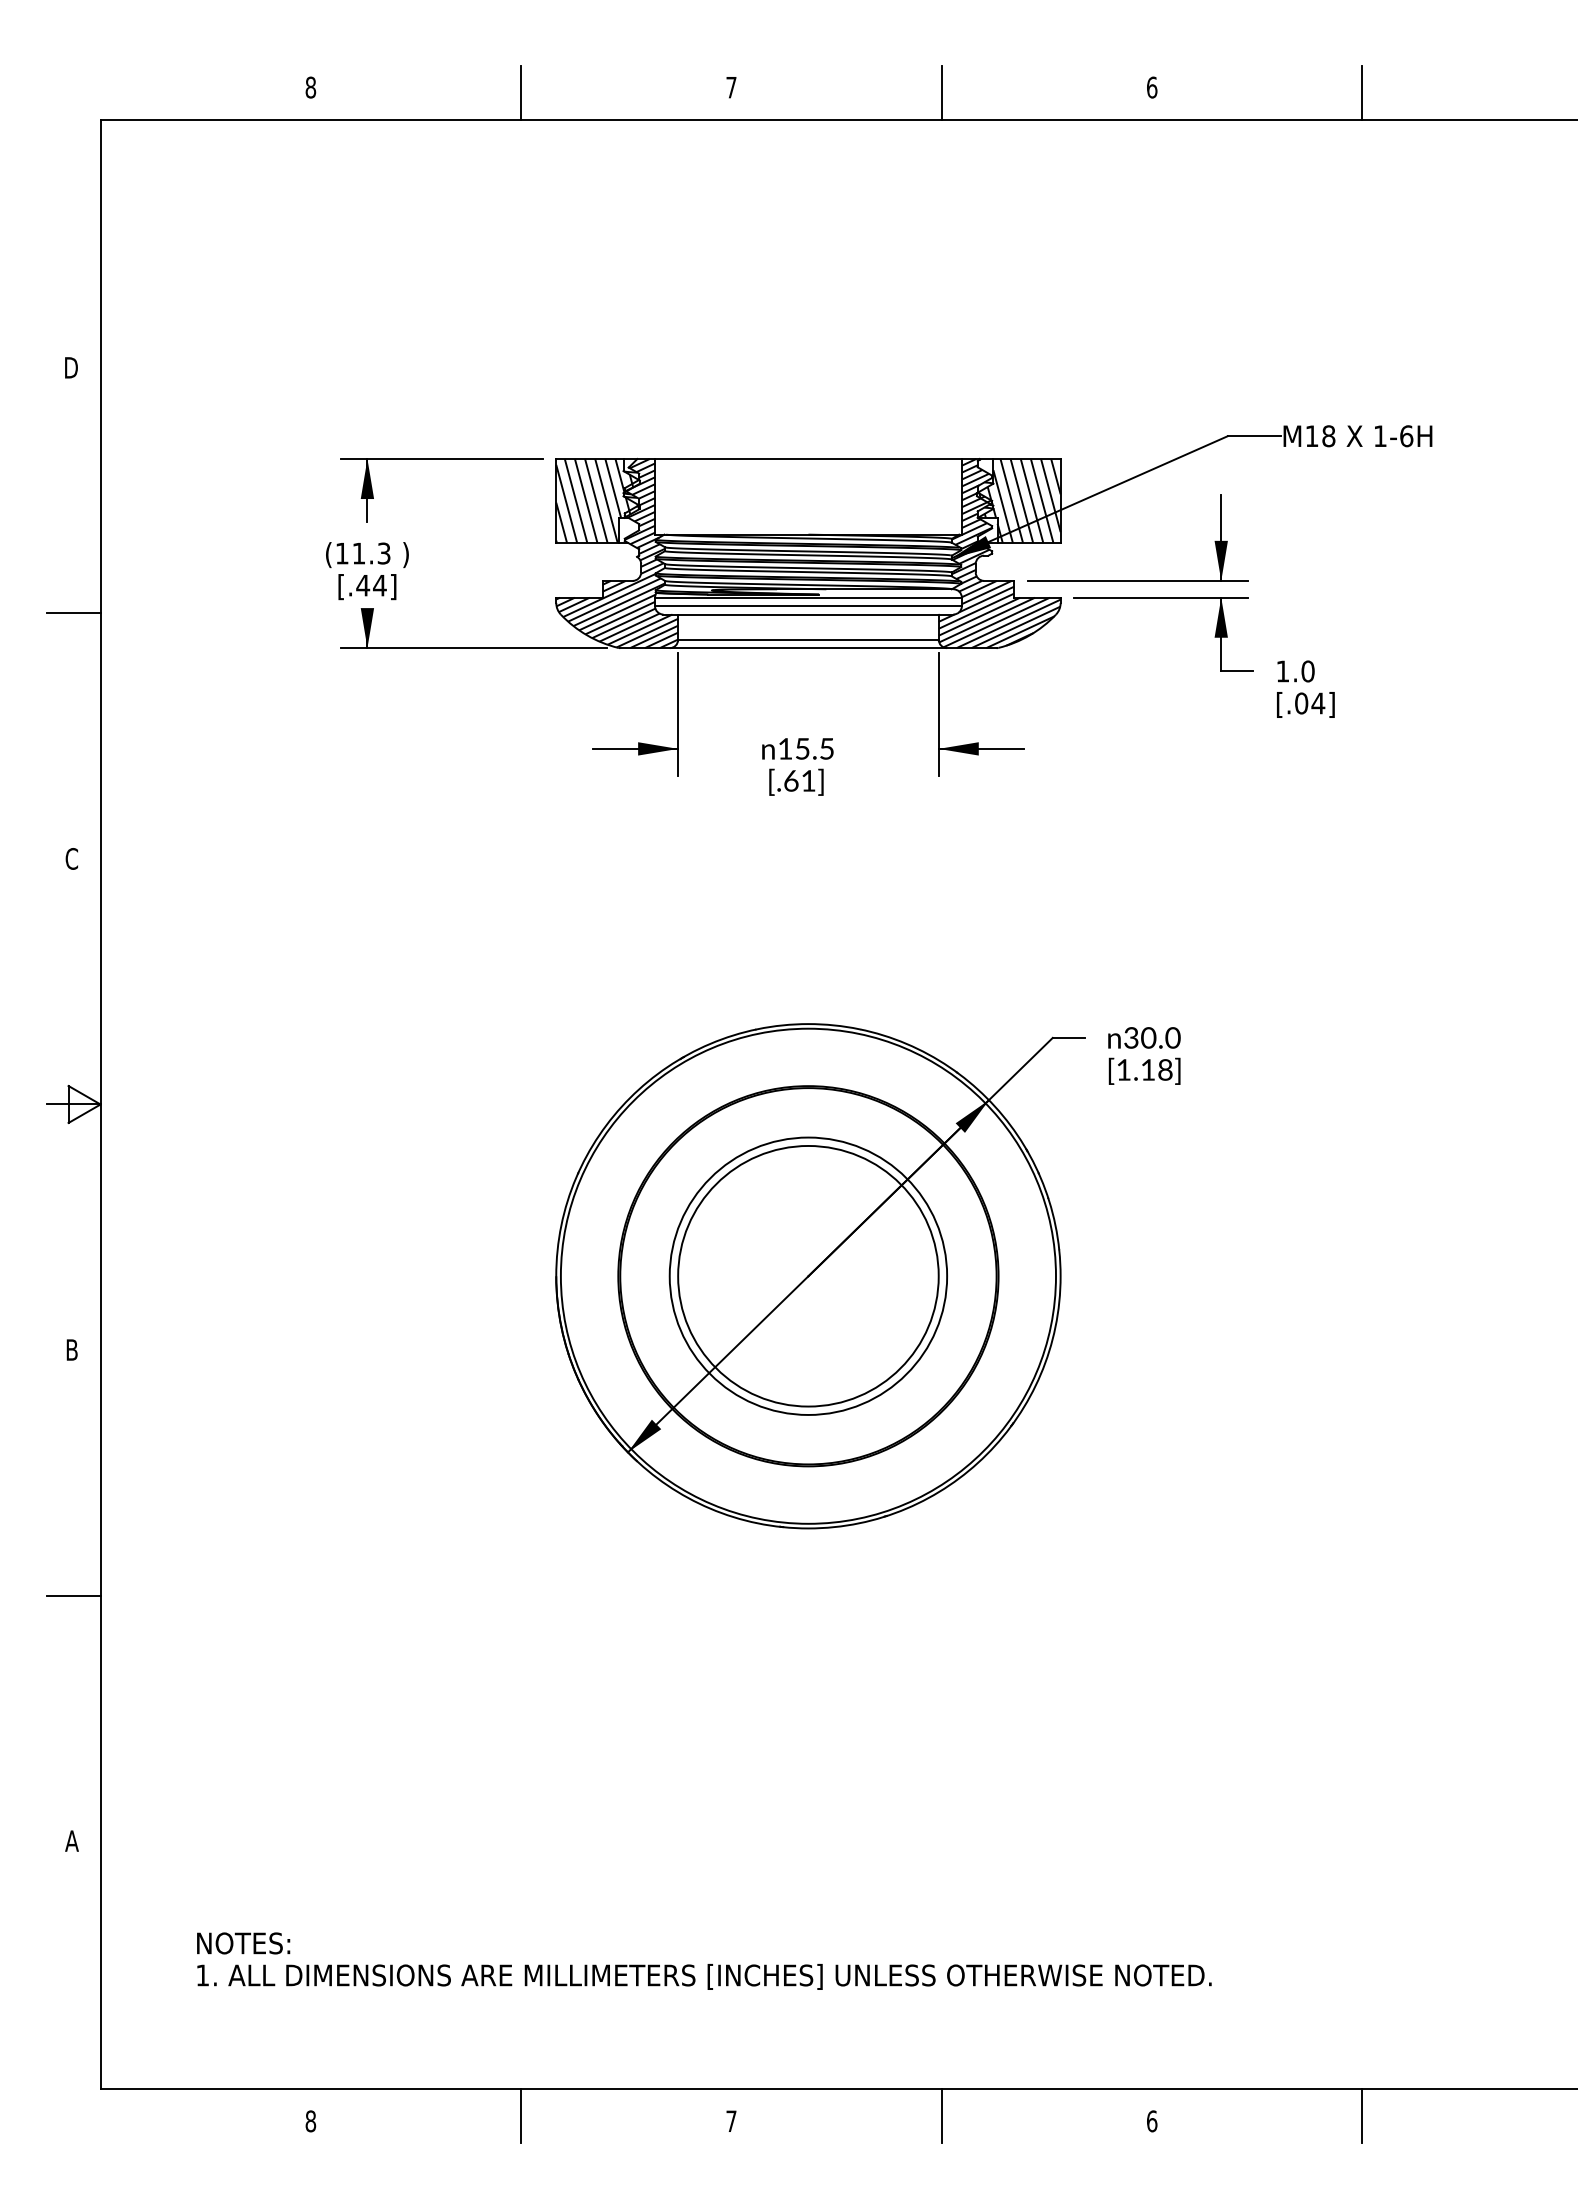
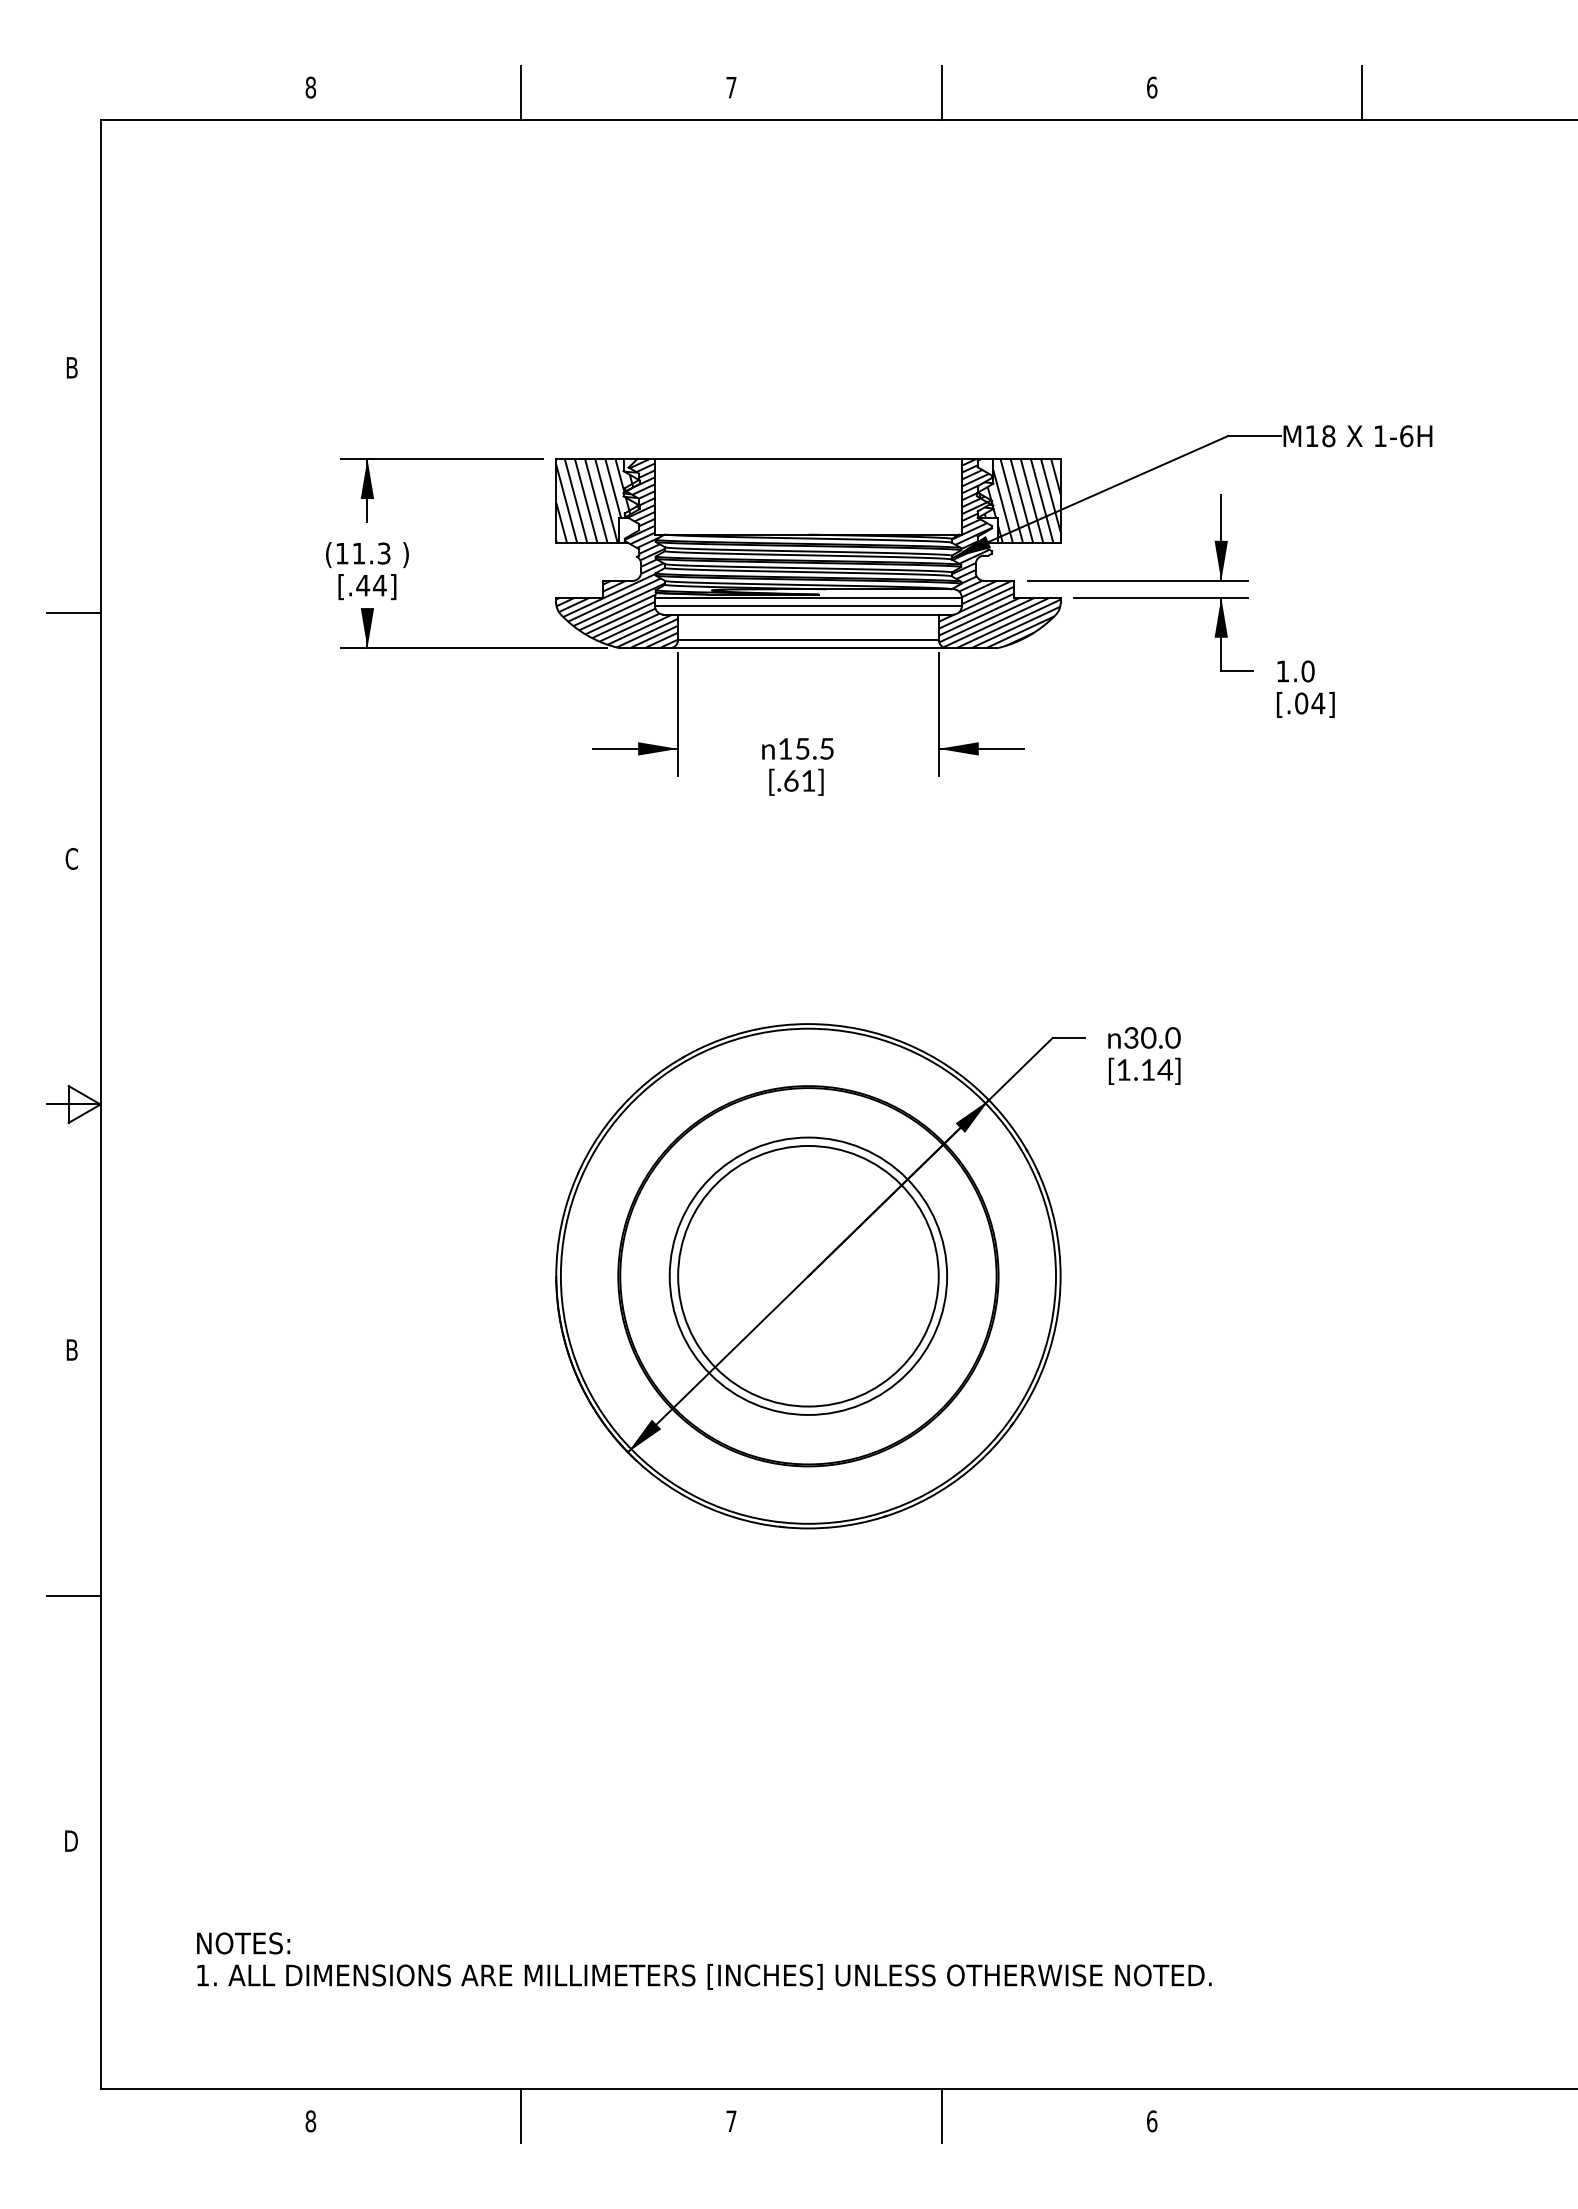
text at (71, 367): D -> B
text at (1165, 1069): [1.18] -> [1.14]
text at (71, 1840): A -> D
line at (1362, 2115): present -> none
